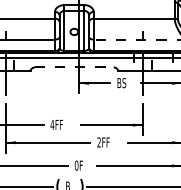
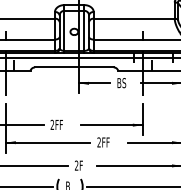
line at (136, 39): dashed -> solid
line at (74, 67): dashed -> solid
text at (52, 124): 4FF -> 2FF
text at (76, 165): 0F -> 2F
